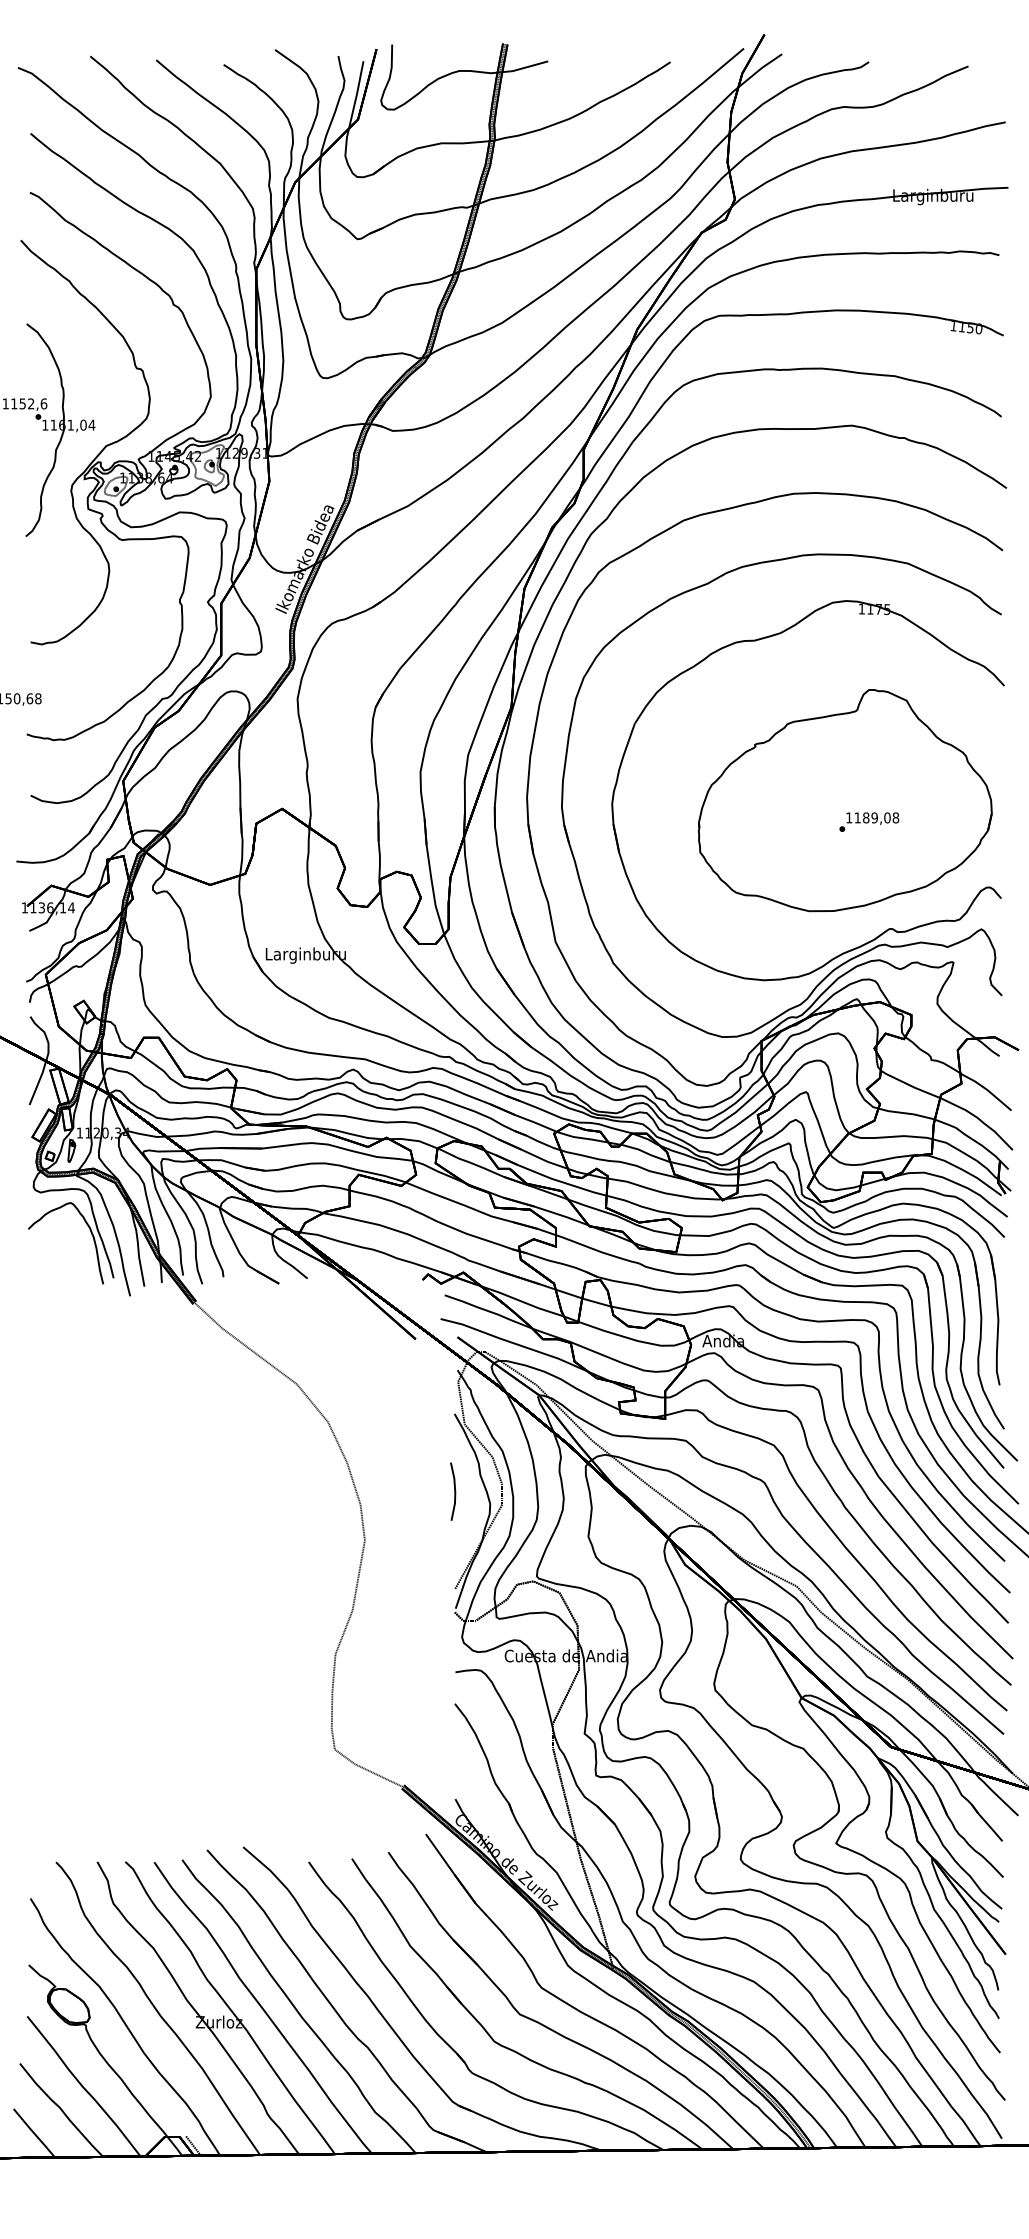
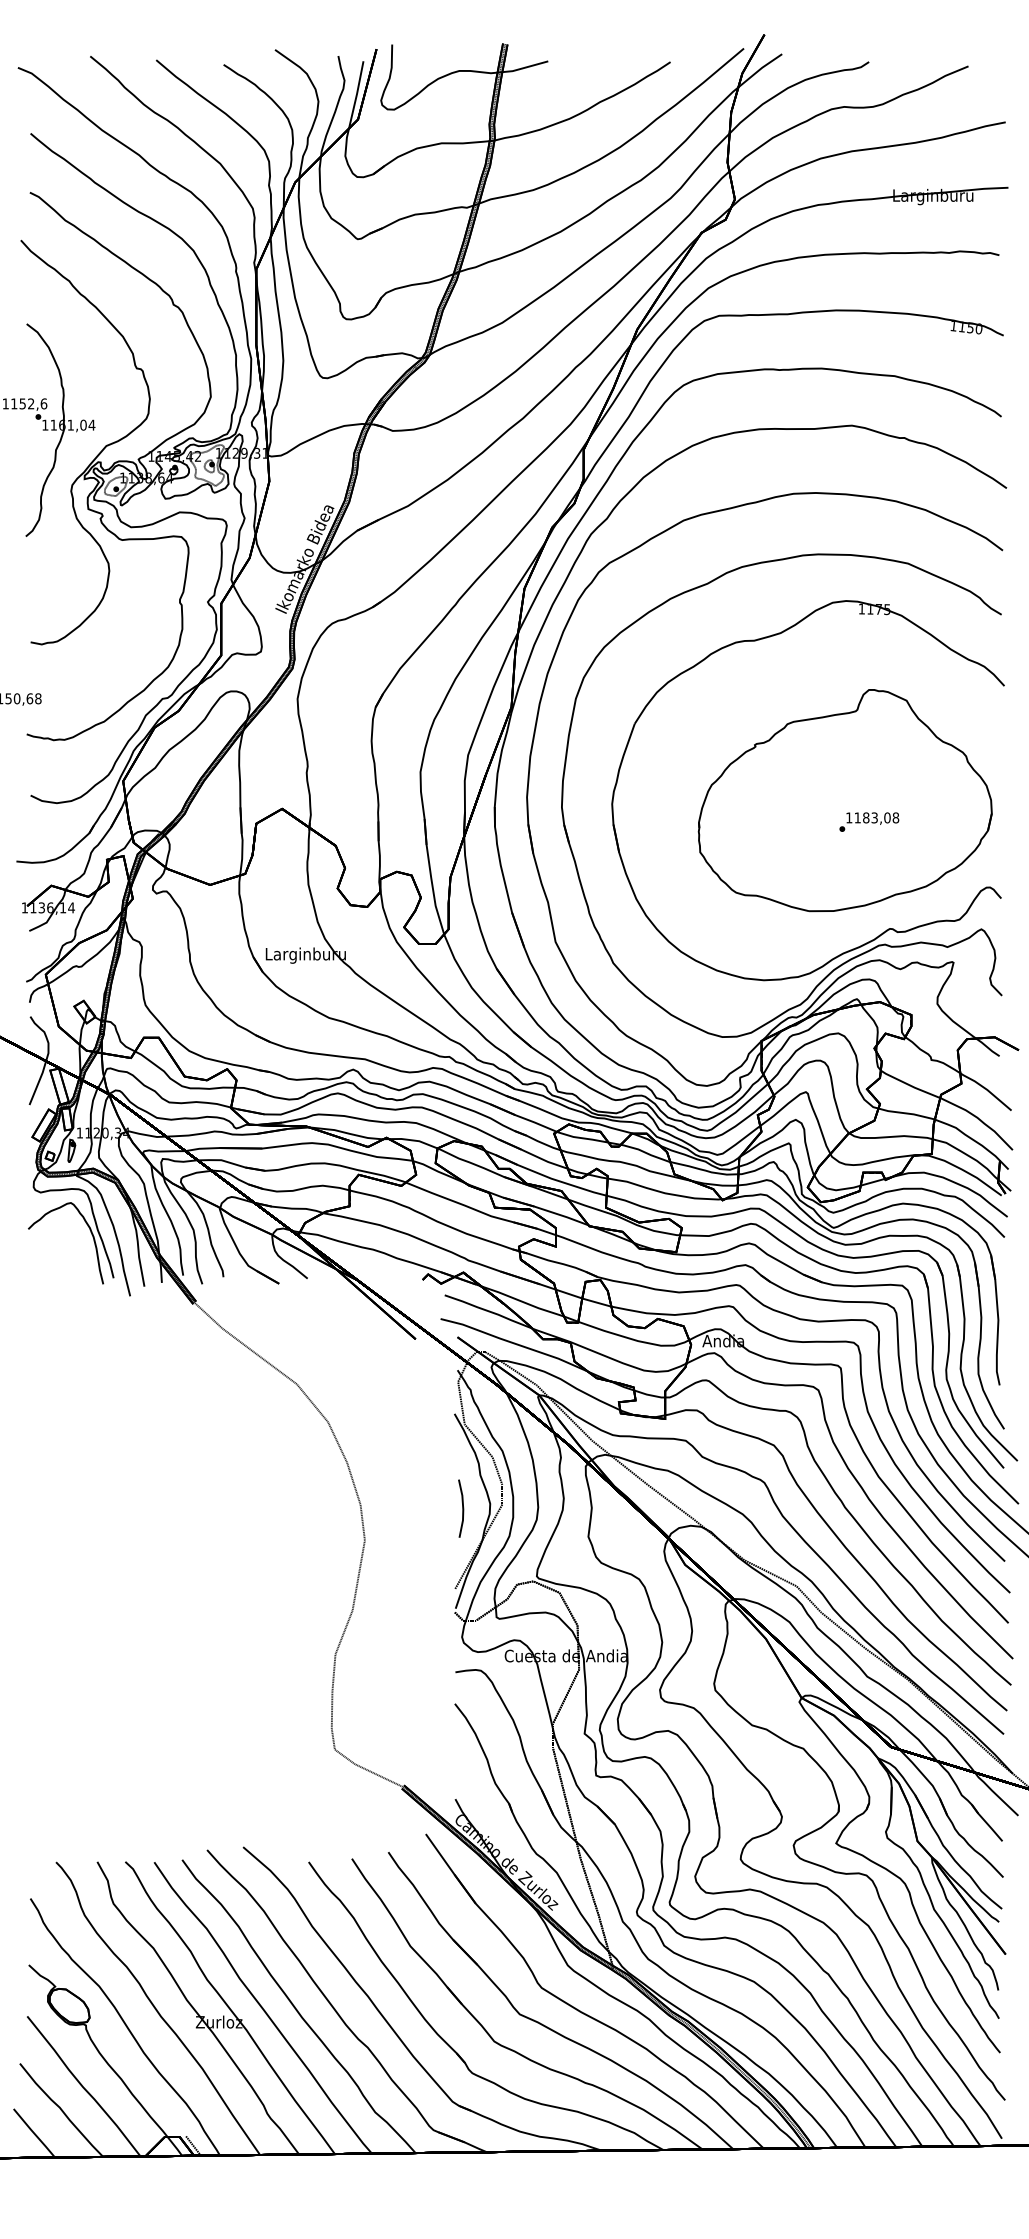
text at (874, 817): 1189,08 -> 1183,08
line at (454, 1491) position: (454, 1491) -> (462, 1508)
